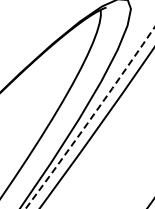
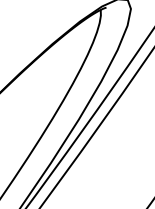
arc at (91, 118): dashed -> solid
